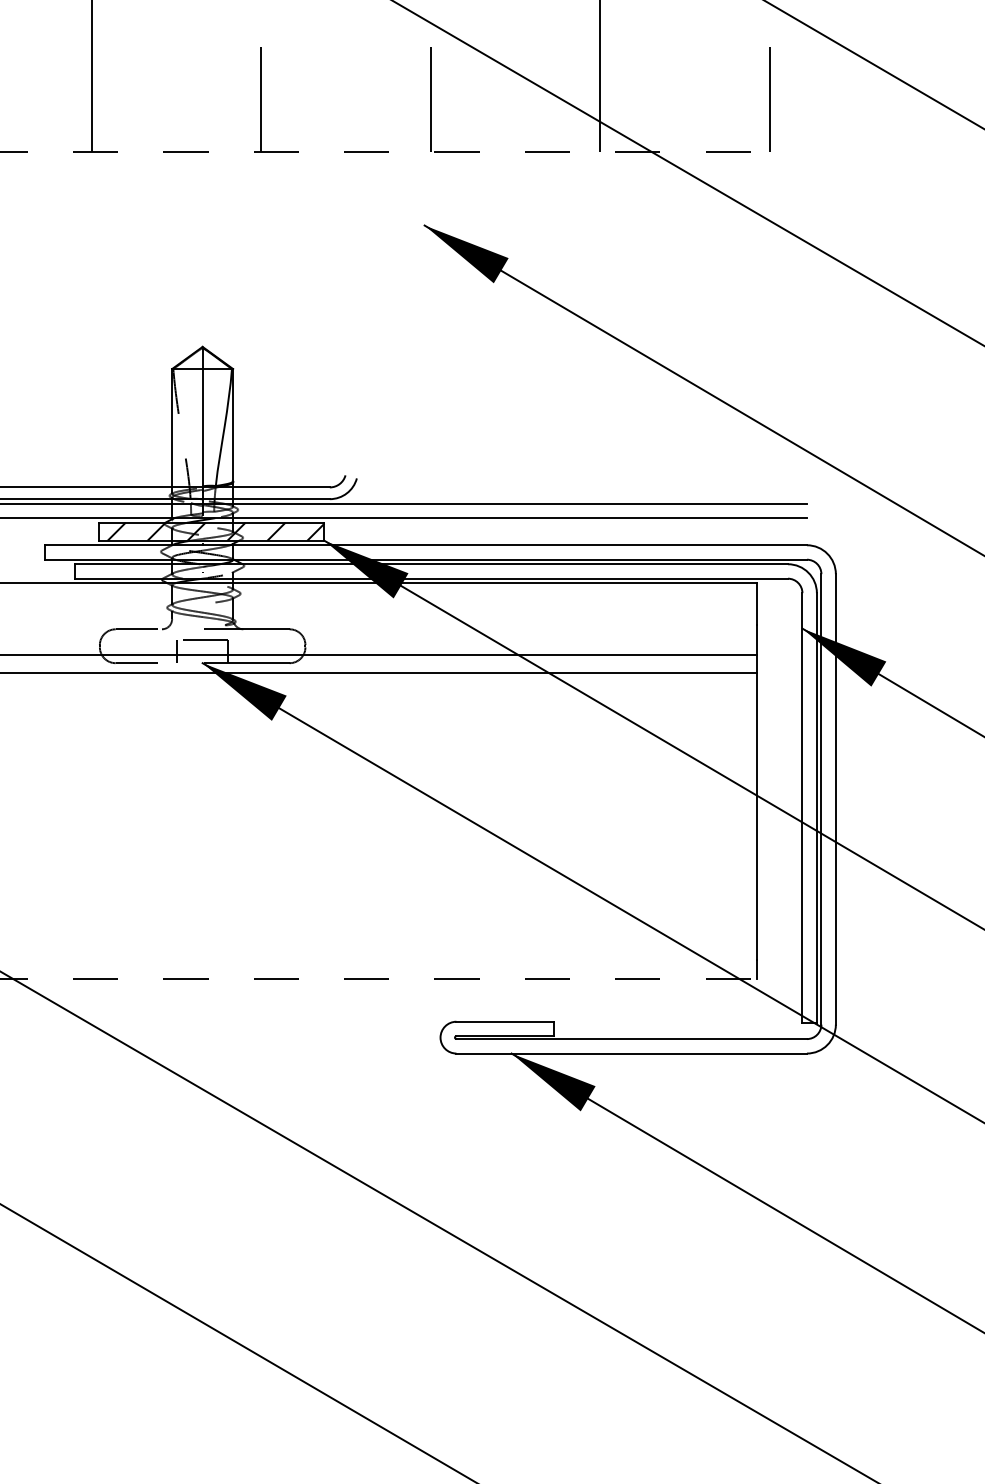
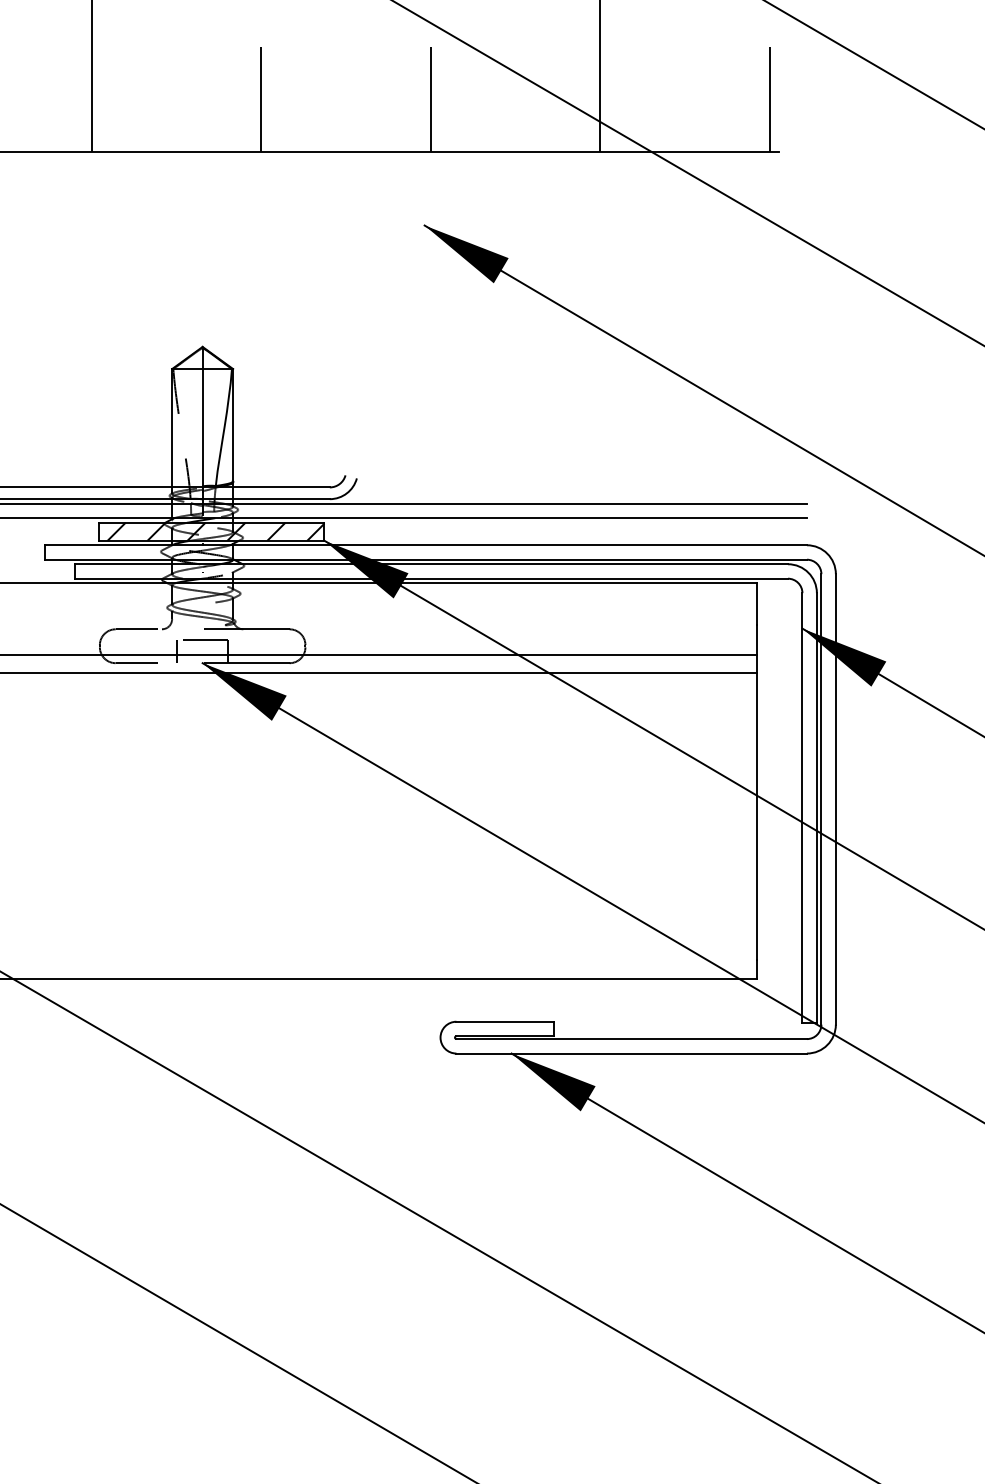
line at (389, 151): dashed -> solid
line at (379, 978): dashed -> solid
